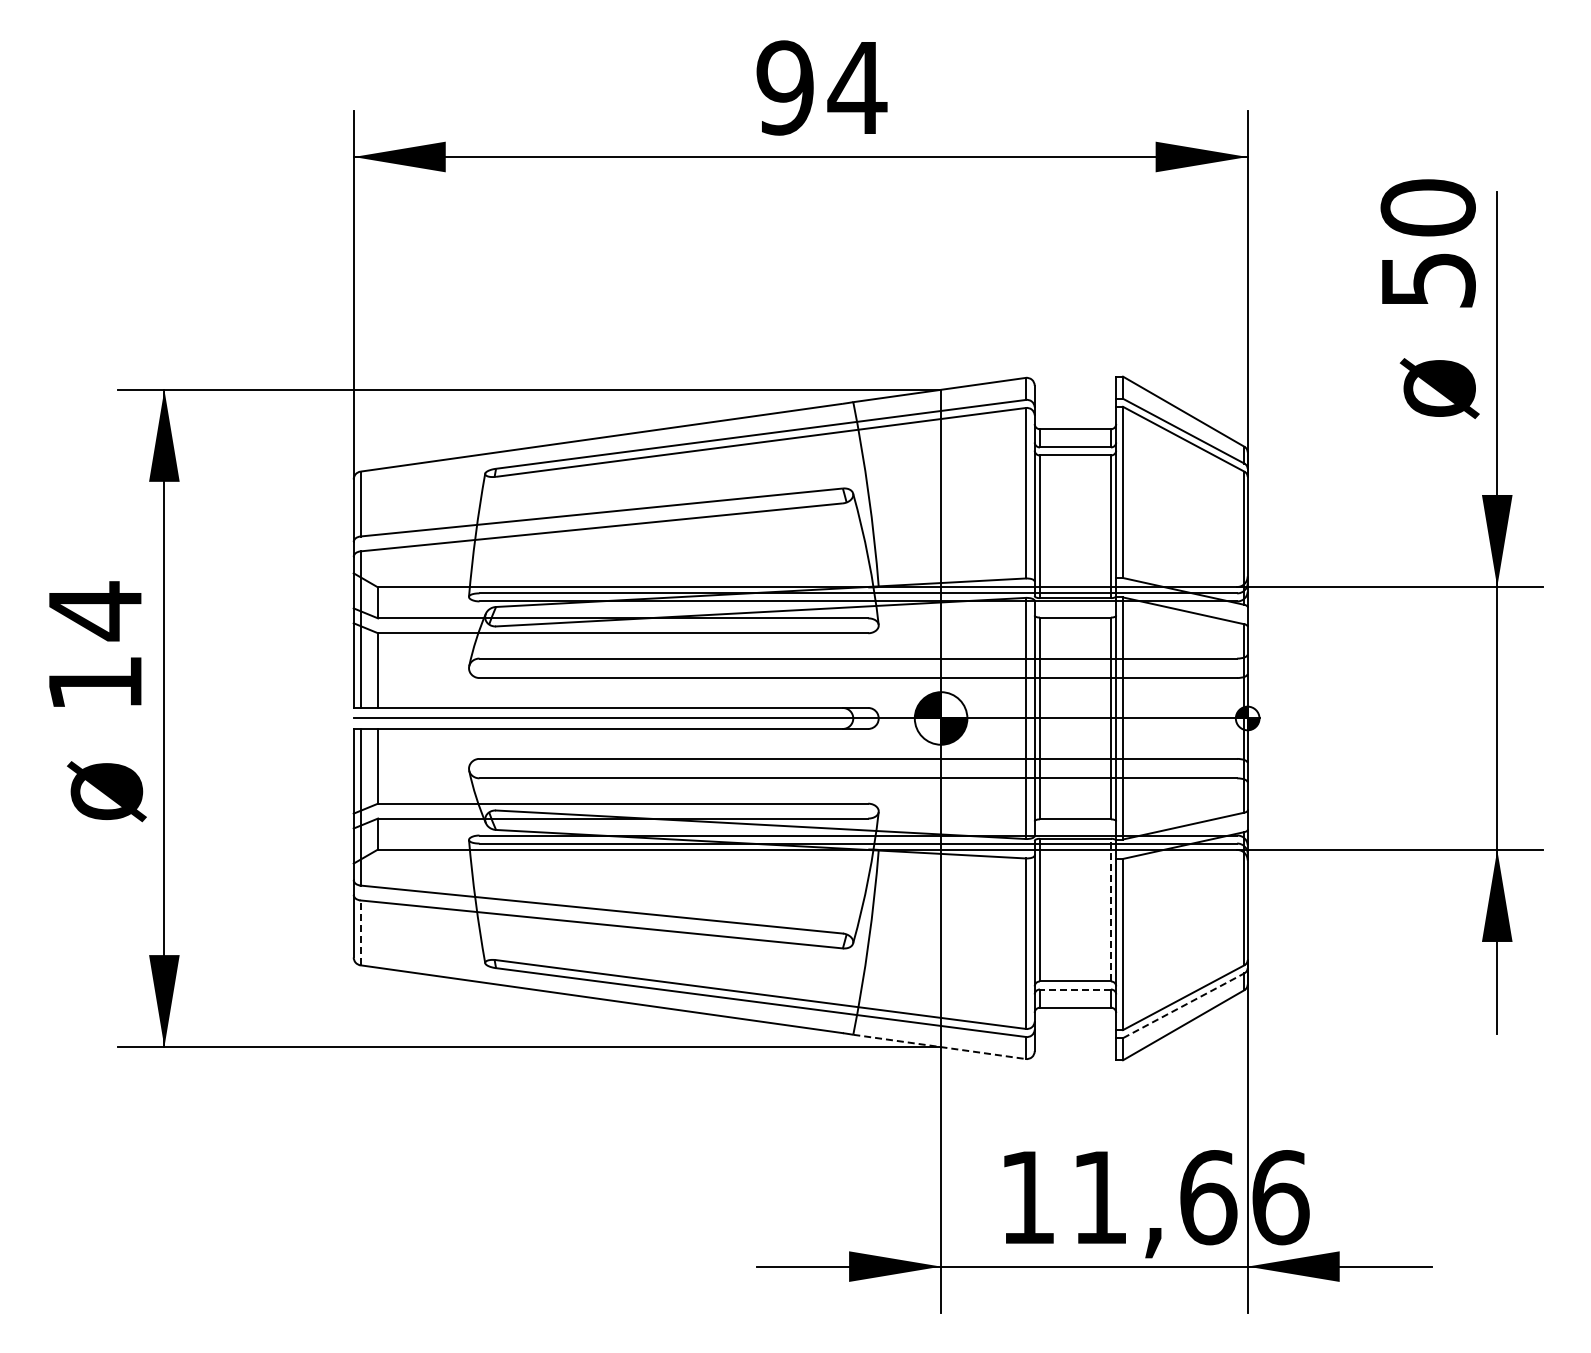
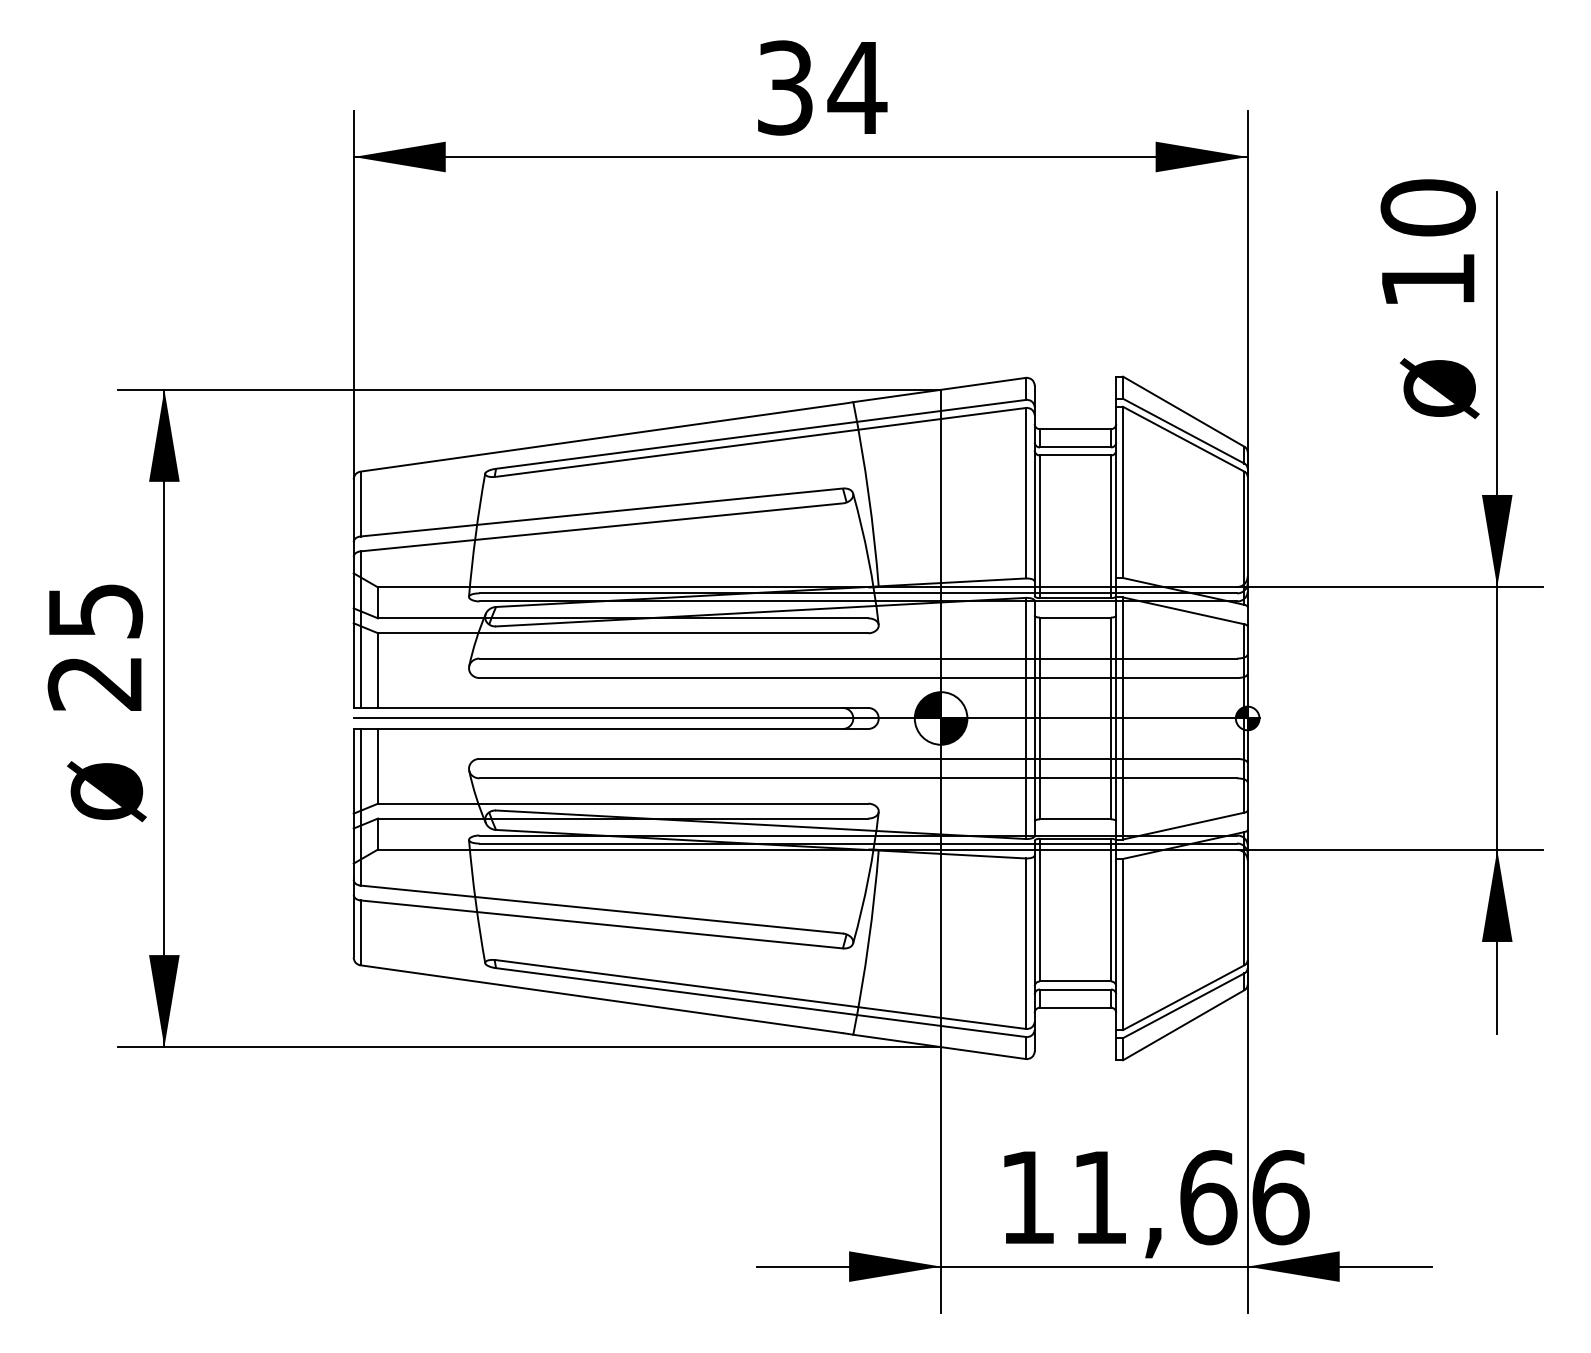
text at (784, 87): 94 -> 34
text at (1428, 280): 50 -> 10
text at (95, 645): 14 -> 25
line at (1110, 909): dashed -> solid
line at (360, 932): dashed -> solid
line at (1074, 989): dashed -> solid
line at (1183, 1005): dashed -> solid
line at (940, 1046): dashed -> solid
